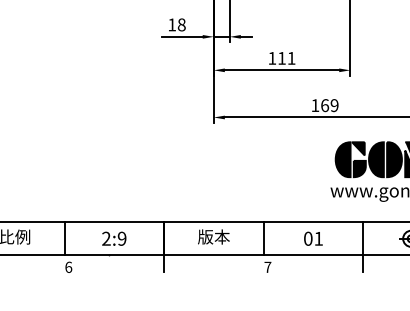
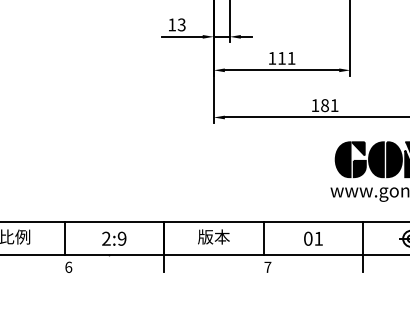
text at (181, 24): 18 -> 13
text at (329, 105): 169 -> 181
